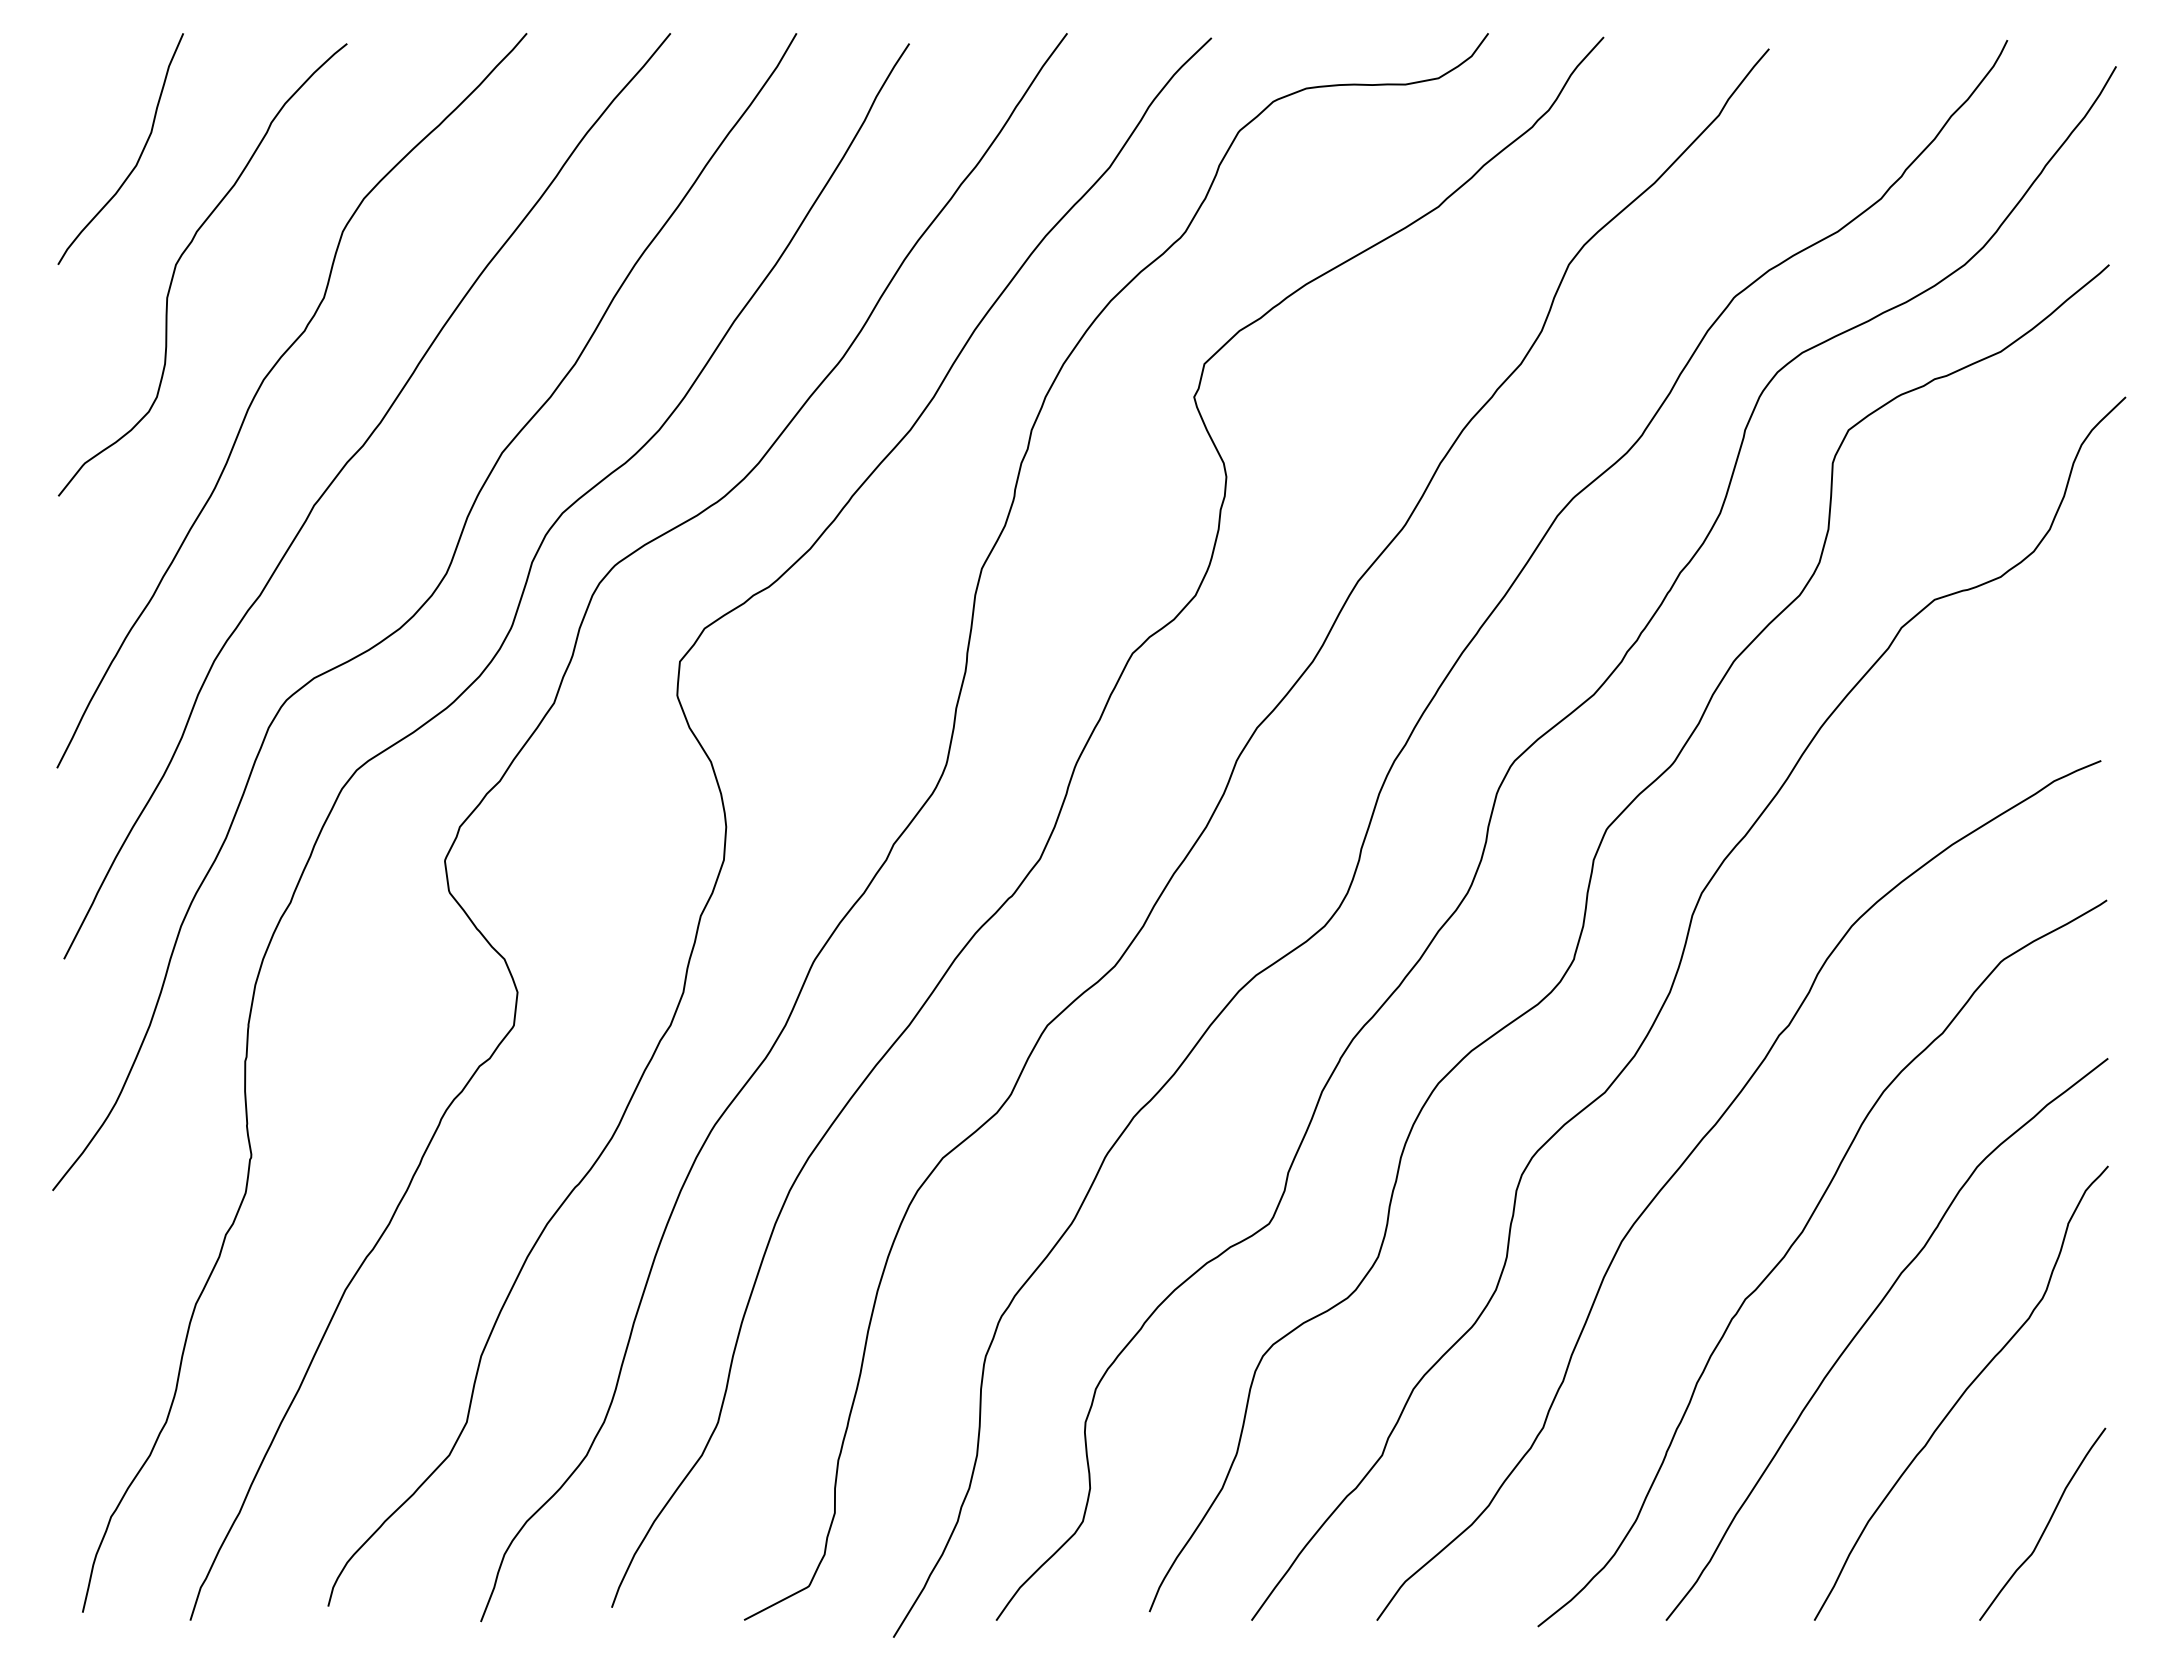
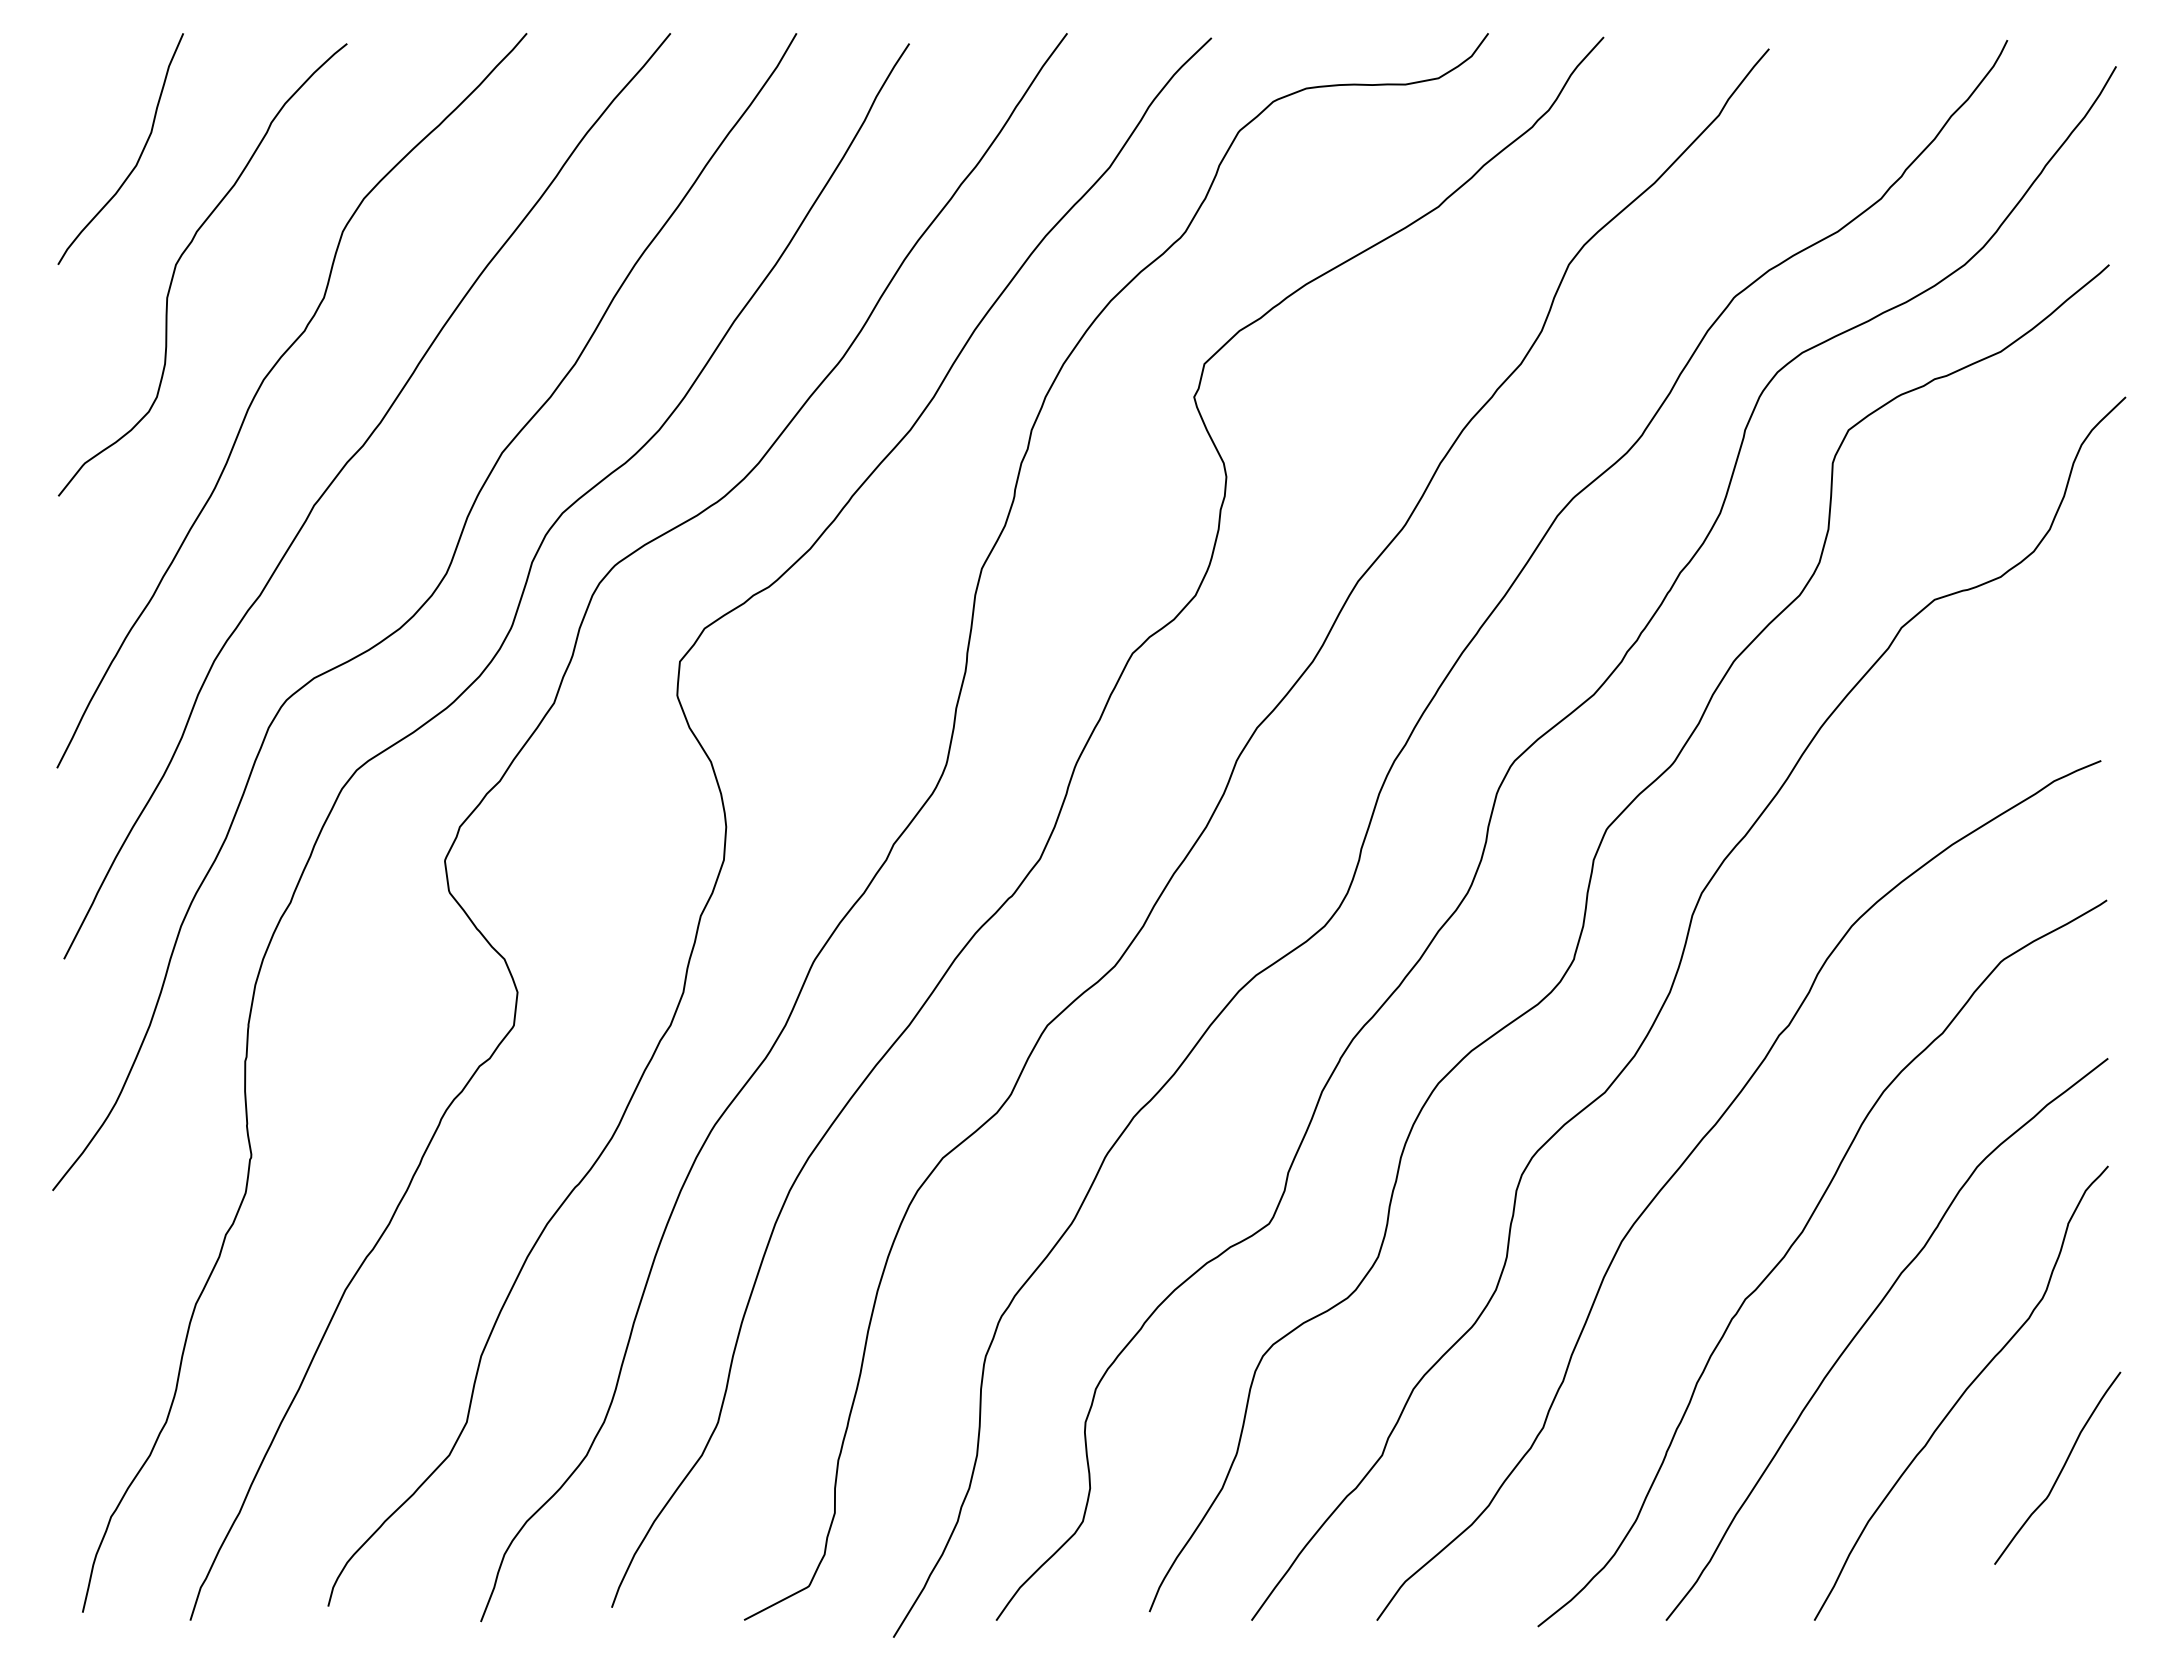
curve at (2046, 1524) position: (2046, 1524) -> (2061, 1468)
